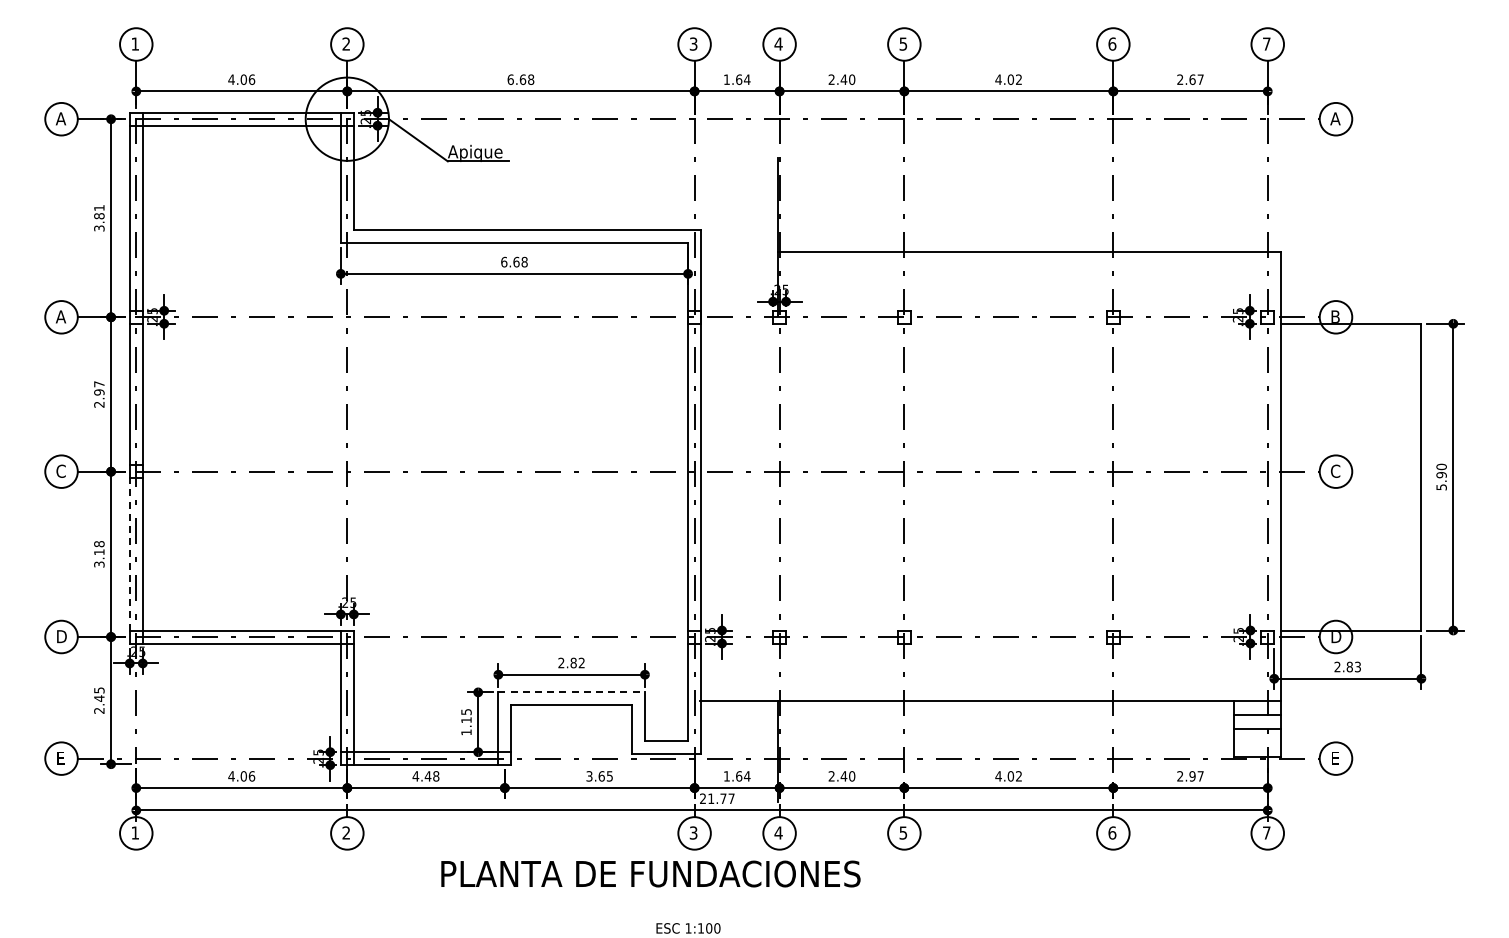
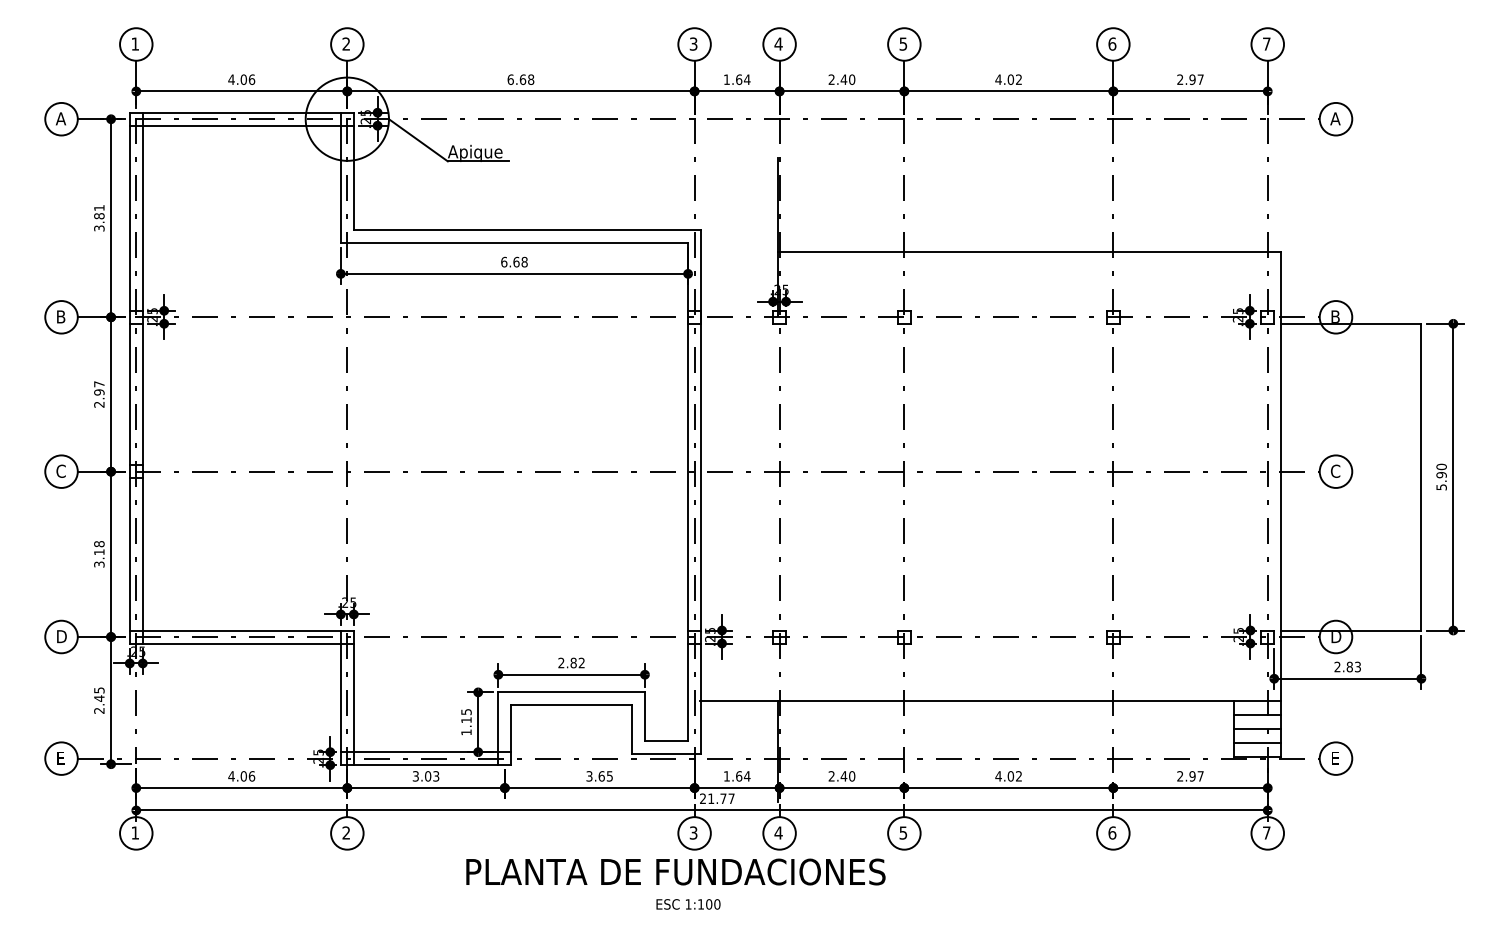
text at (1192, 79): 2.67 -> 2.97
text at (60, 316): A -> B
line at (129, 553): dashed -> solid
line at (572, 692): dashed -> solid
line at (1257, 742): none -> present
text at (425, 776): 4.48 -> 3.03
text at (650, 873) position: (650, 873) -> (675, 871)
text at (688, 928) position: (688, 928) -> (688, 904)
